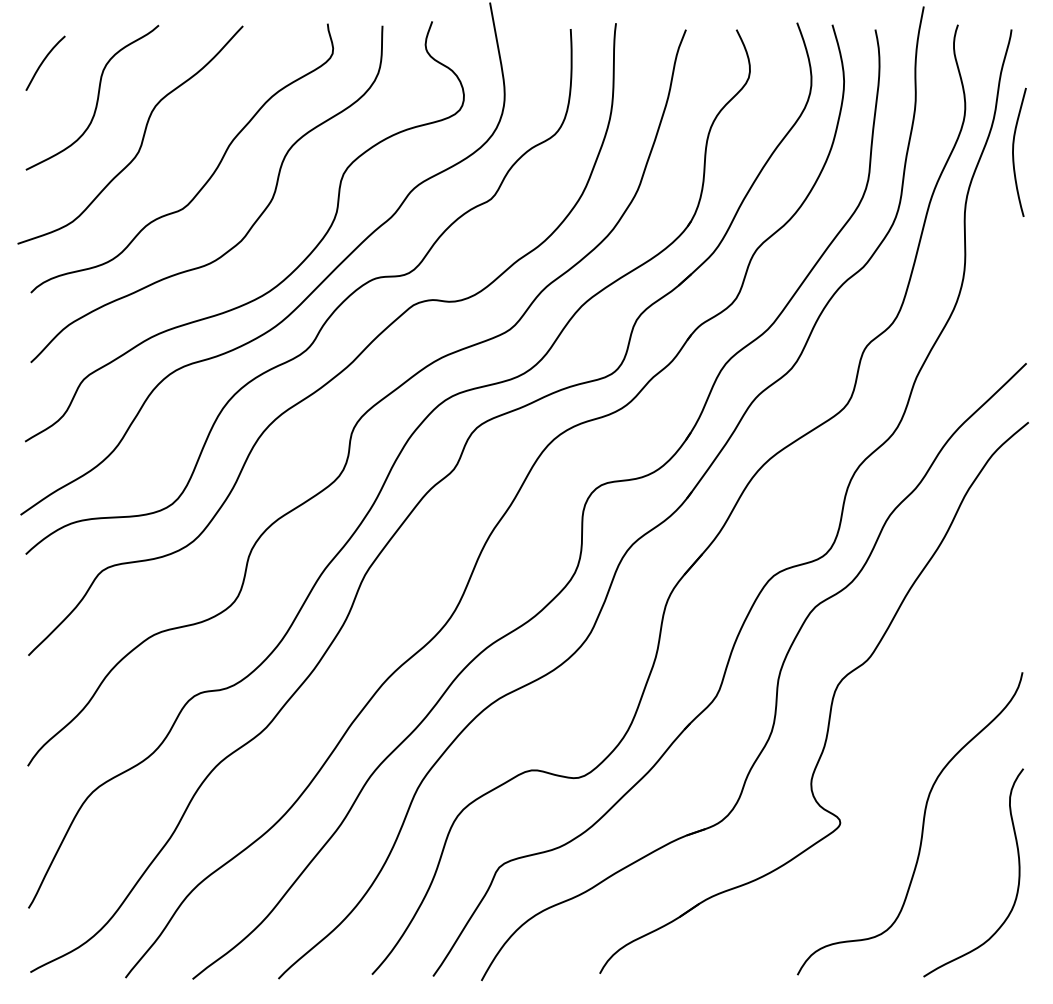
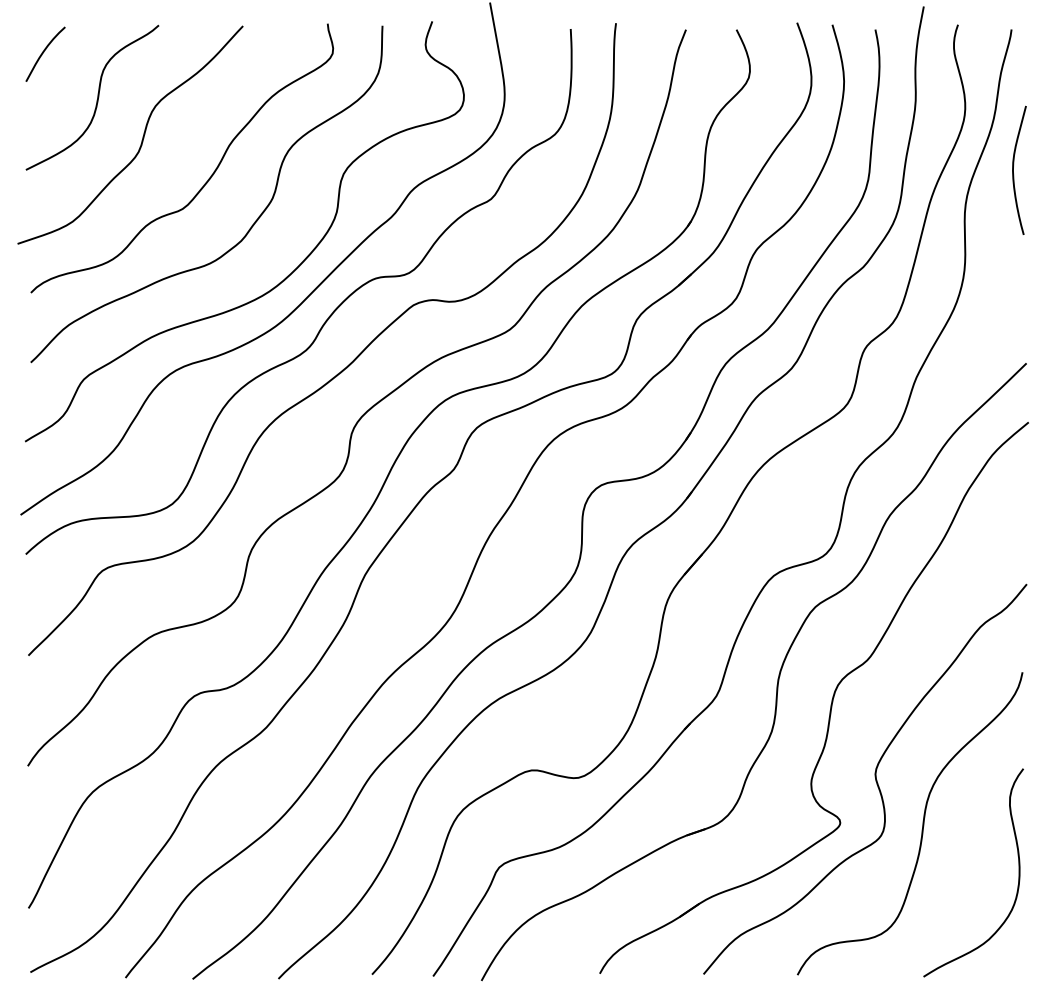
curve at (44, 61) position: (44, 61) -> (44, 52)
curve at (1013, 151) position: (1013, 151) -> (1013, 169)
curve at (874, 776): none -> present
